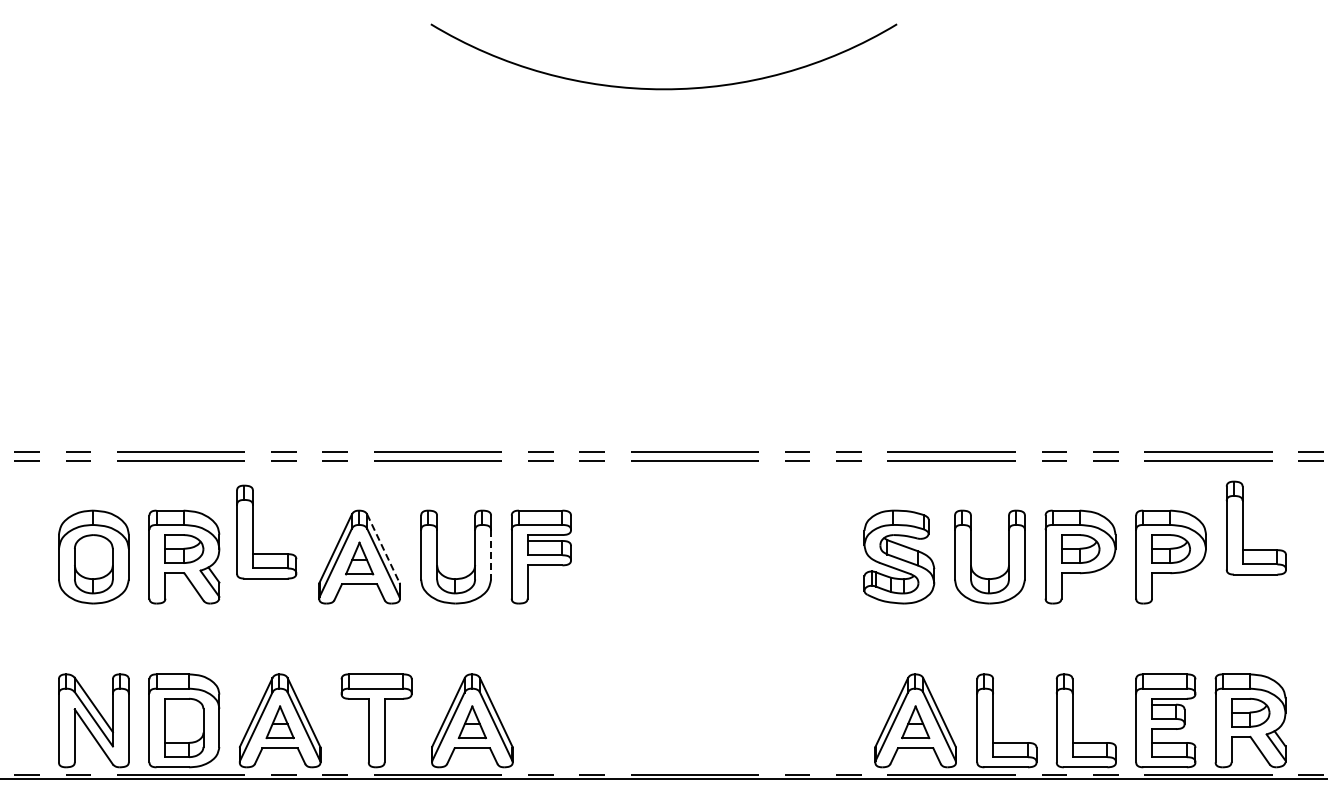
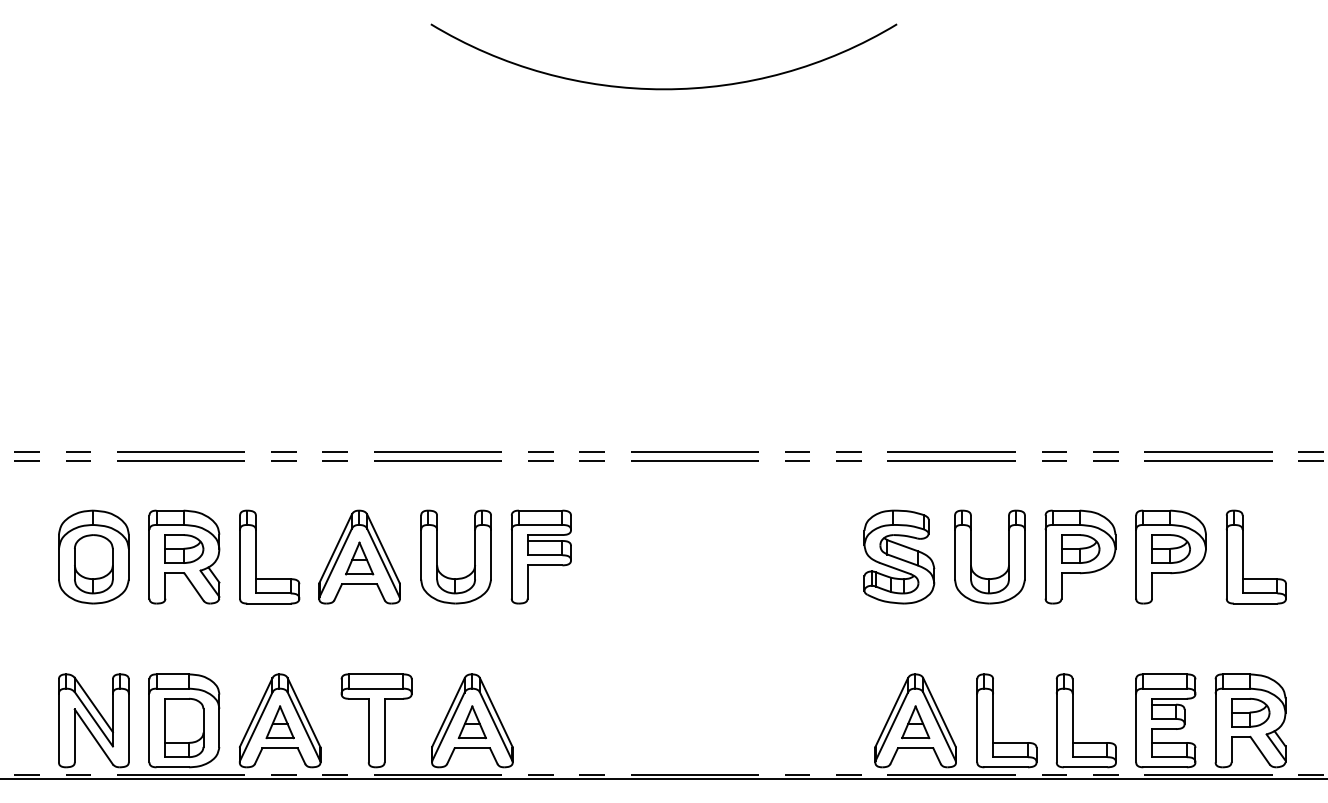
part at (1243, 527) position: (1243, 527) -> (1243, 556)
part at (253, 531) position: (253, 531) -> (256, 556)
line at (383, 548): dashed -> solid
line at (491, 554): dashed -> solid
